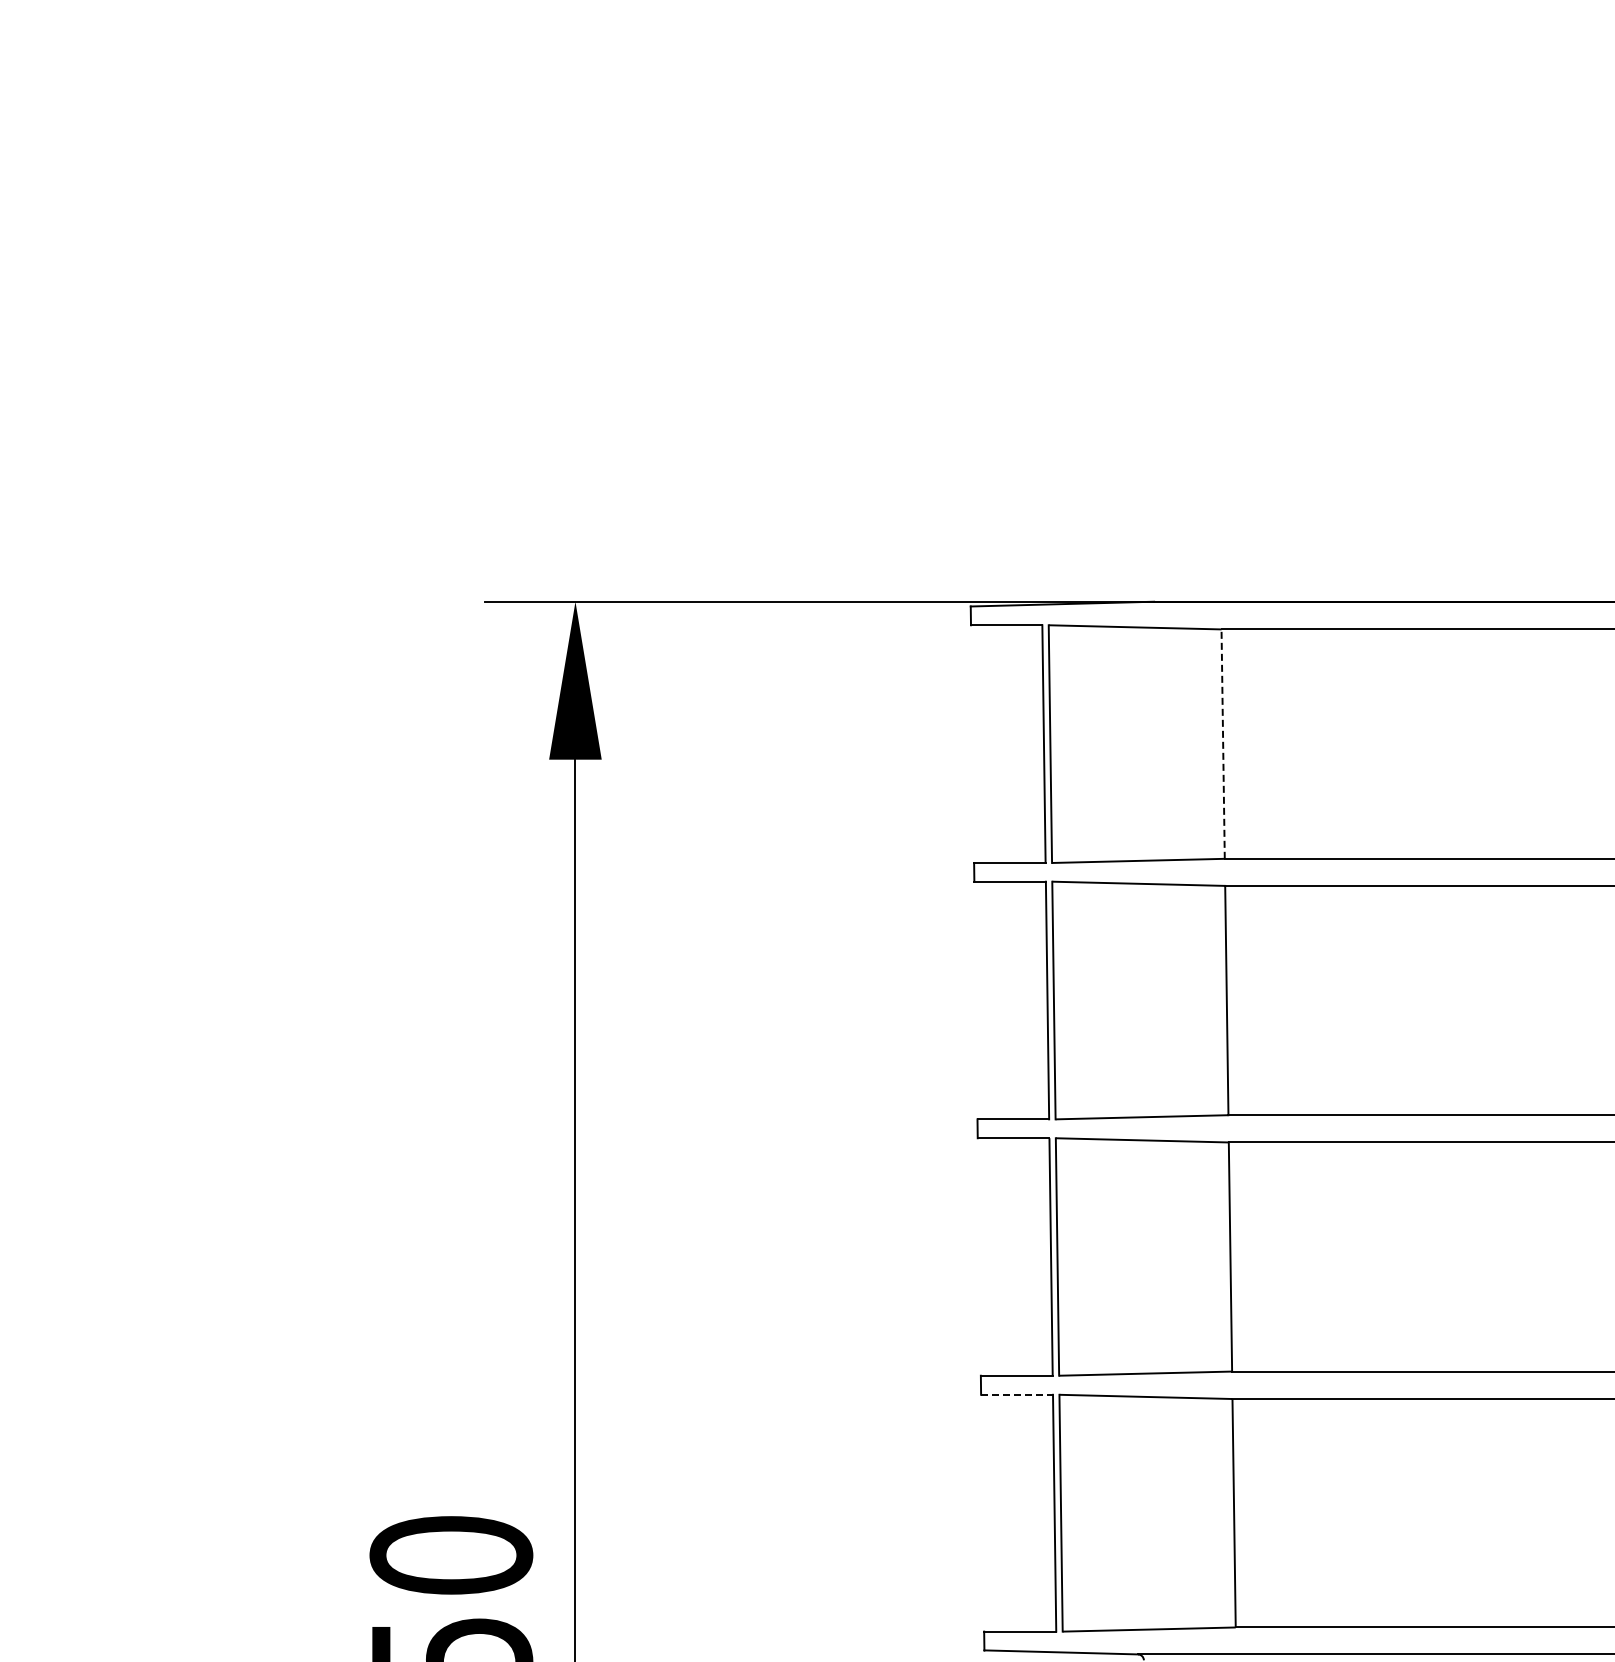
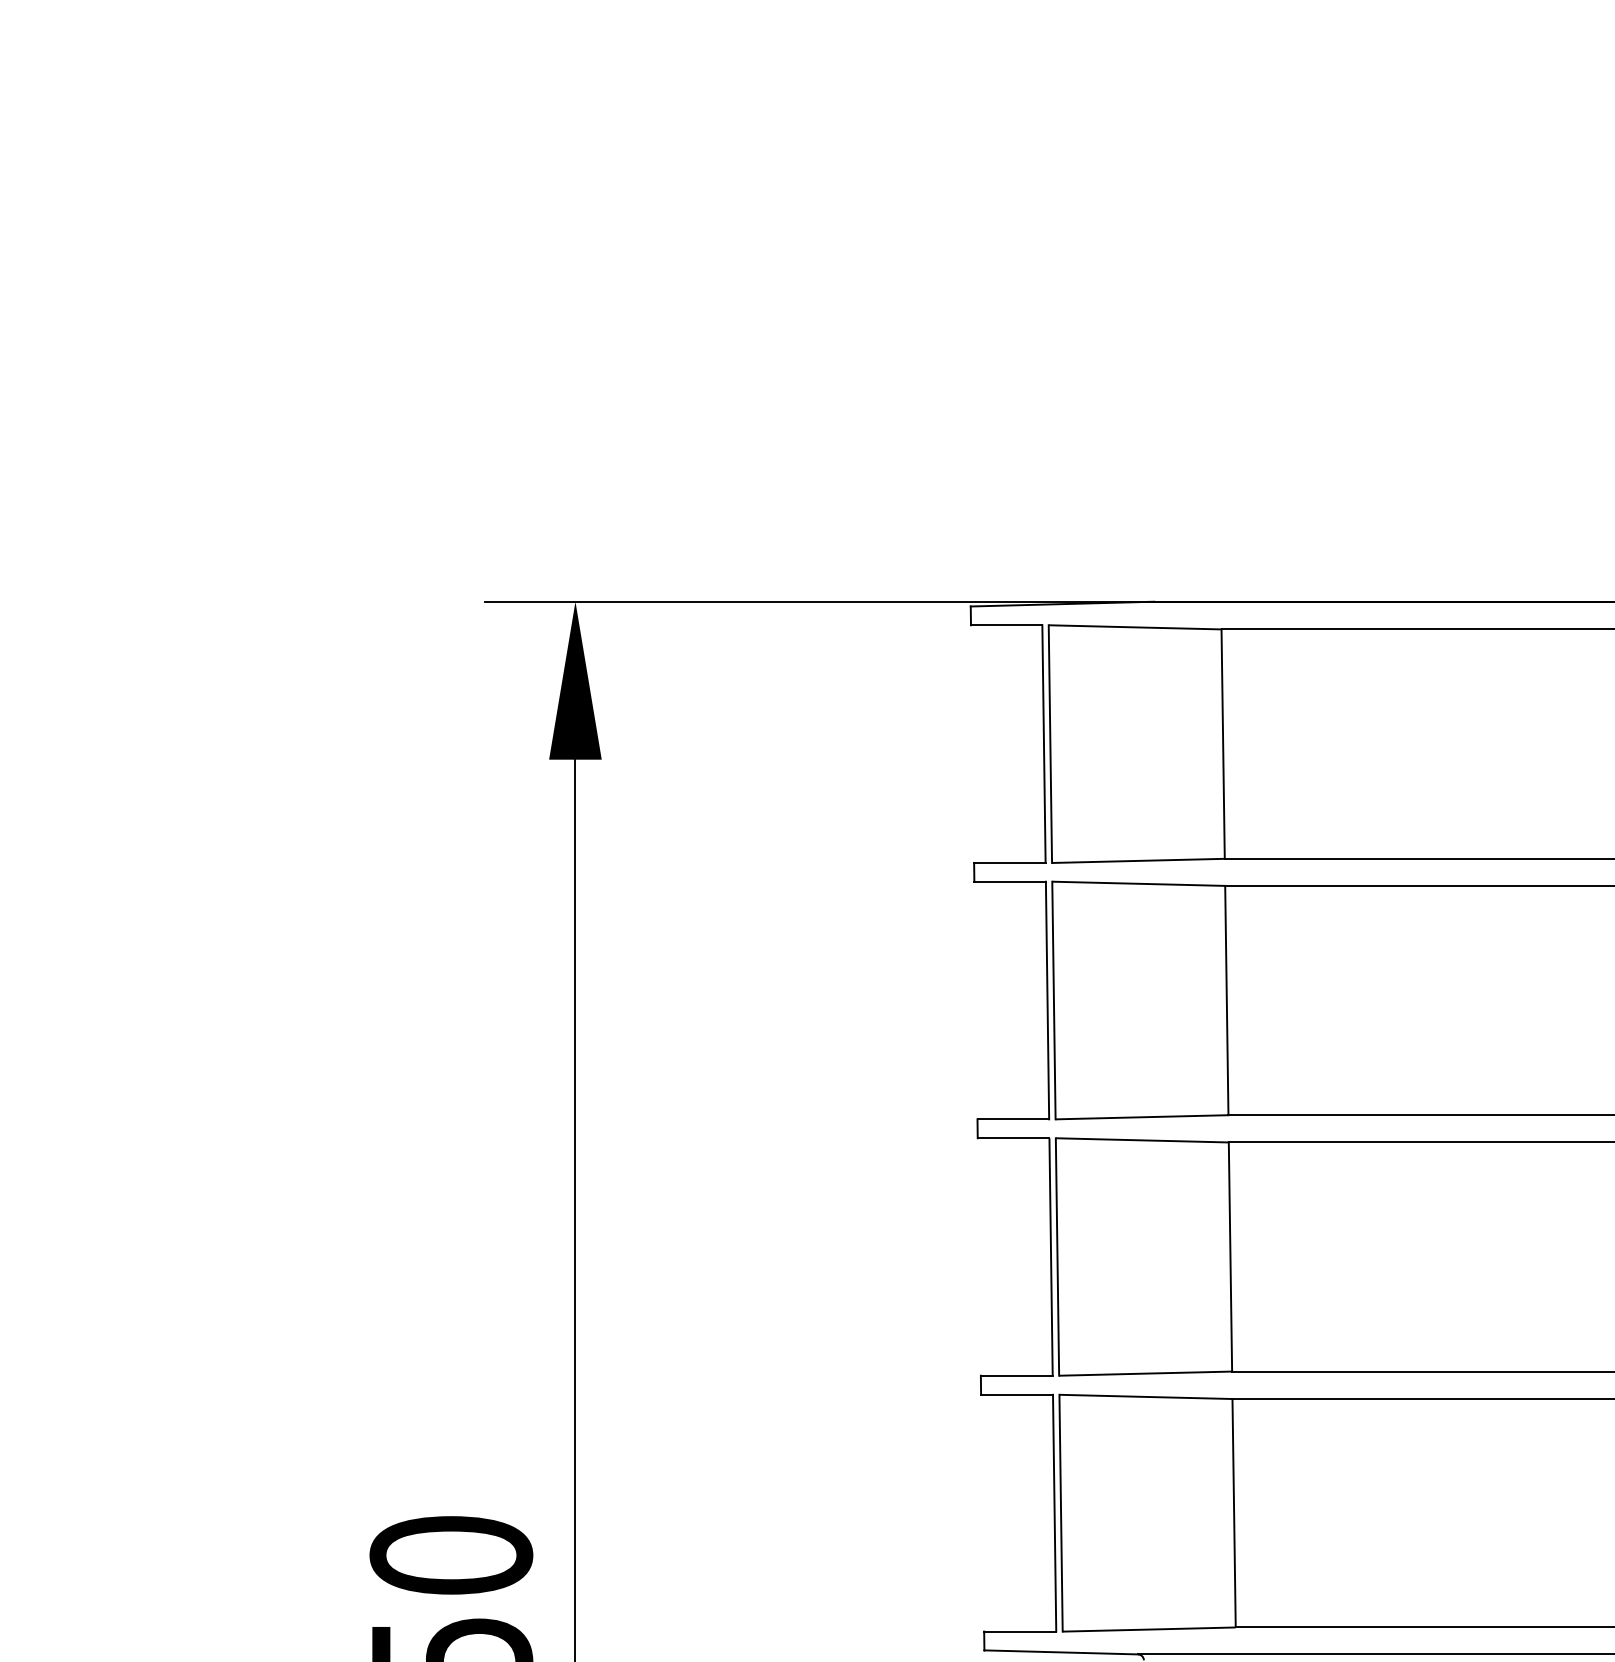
line at (1223, 744): dashed -> solid
line at (1017, 1394): dashed -> solid
